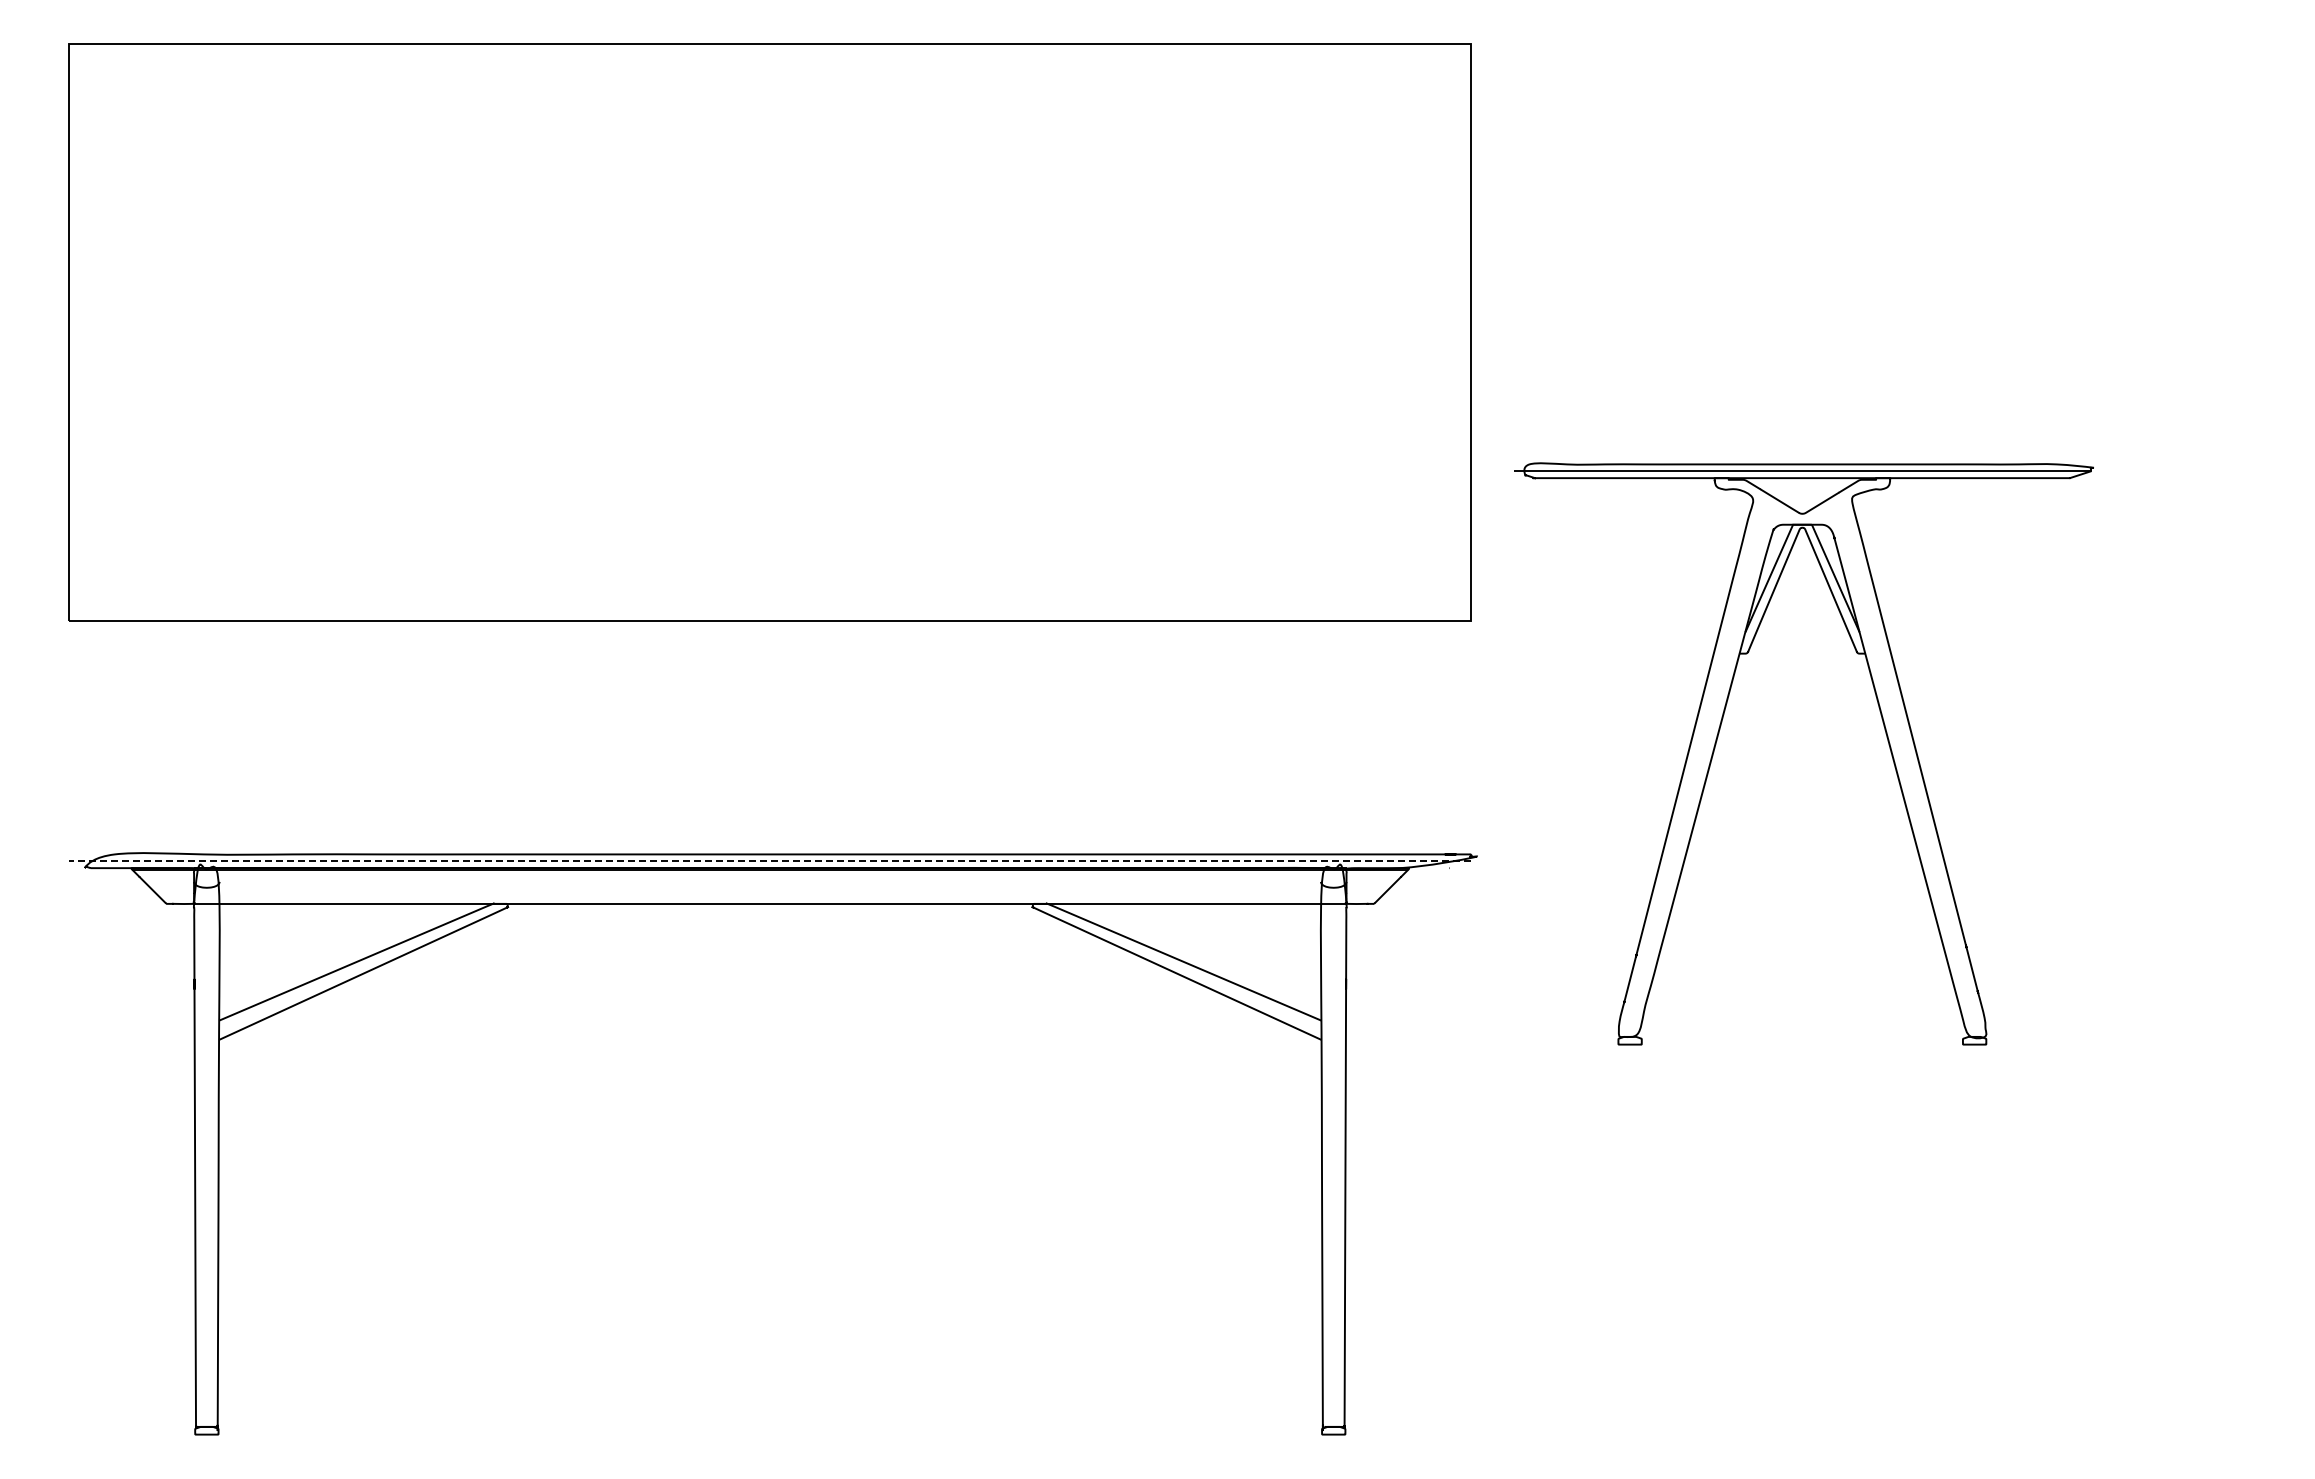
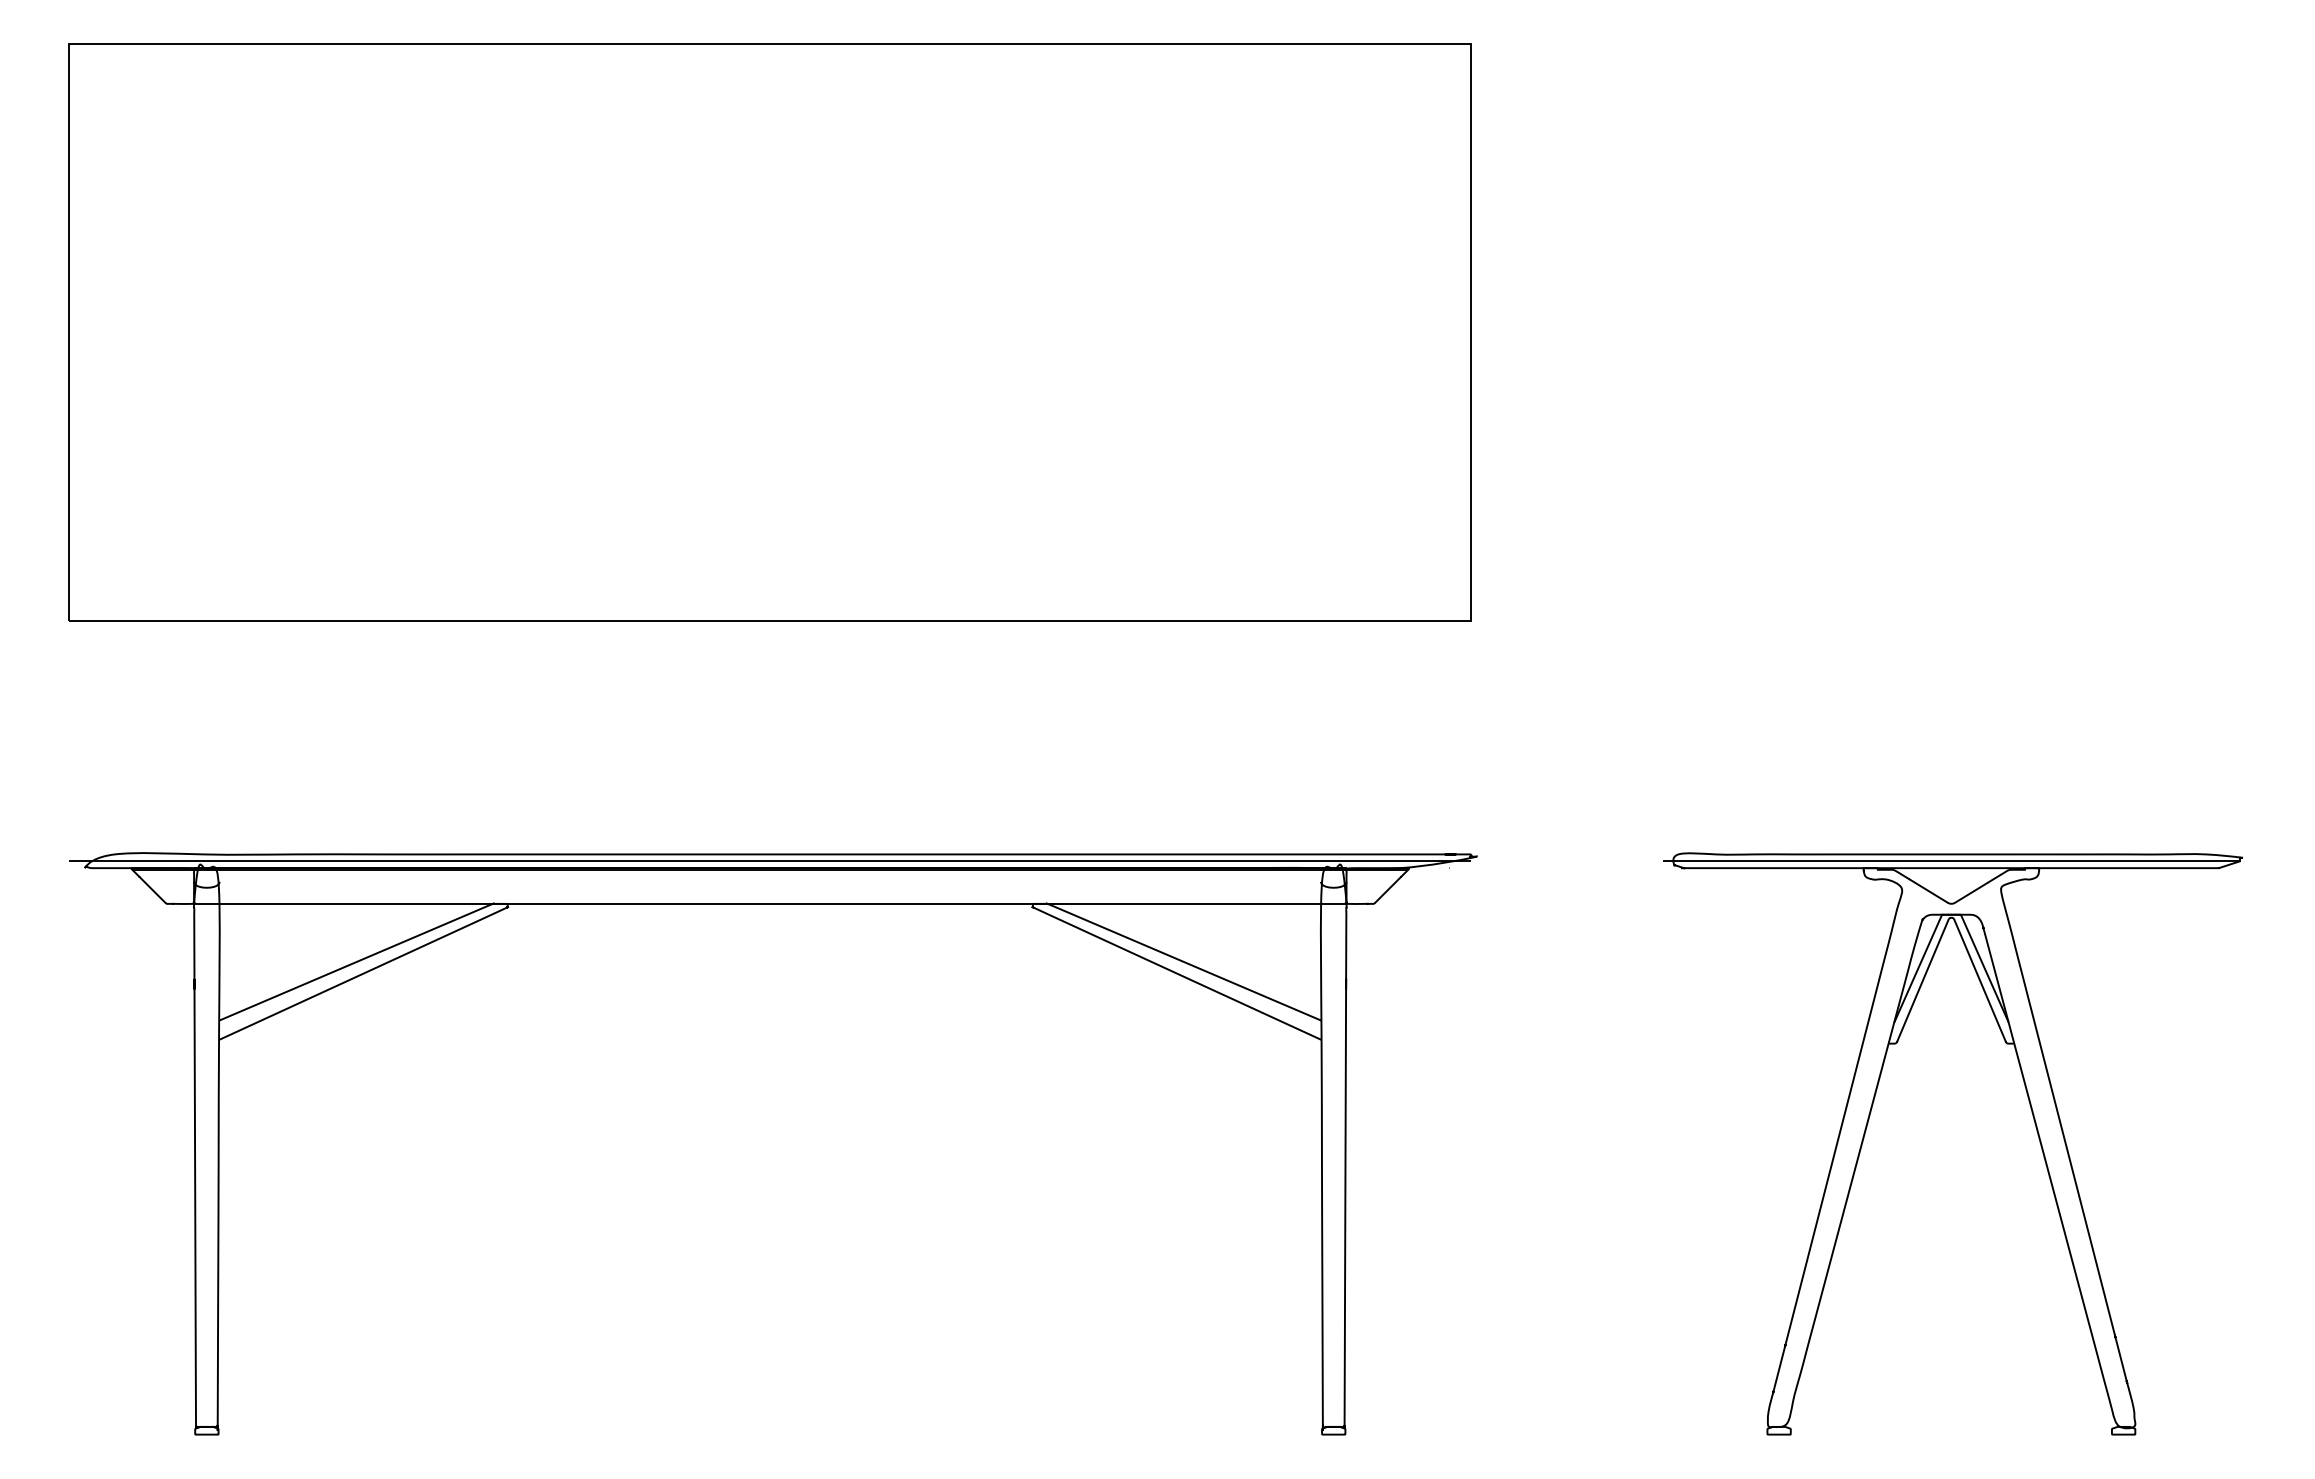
part at (1884, 730) position: (1884, 730) -> (2033, 1120)
line at (770, 861): dashed -> solid
